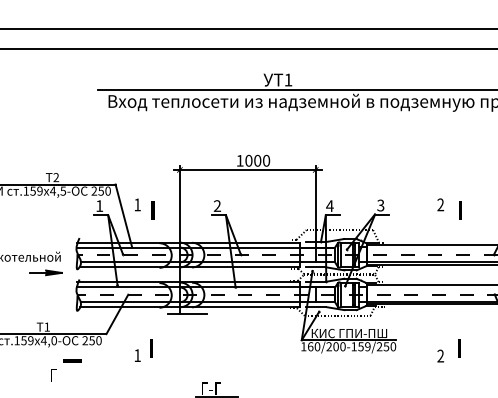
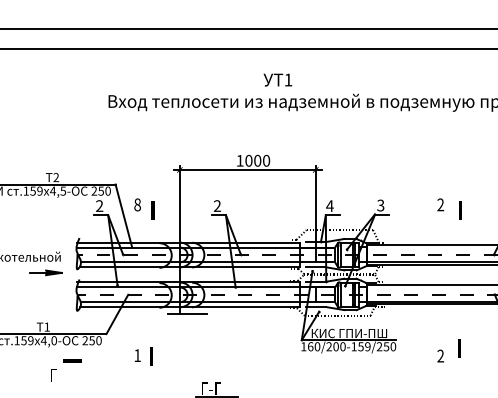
line at (295, 89): present -> none
text at (137, 204): 1 -> 8
text at (99, 205): 1 -> 2
line at (151, 348) position: (151, 348) -> (151, 356)
